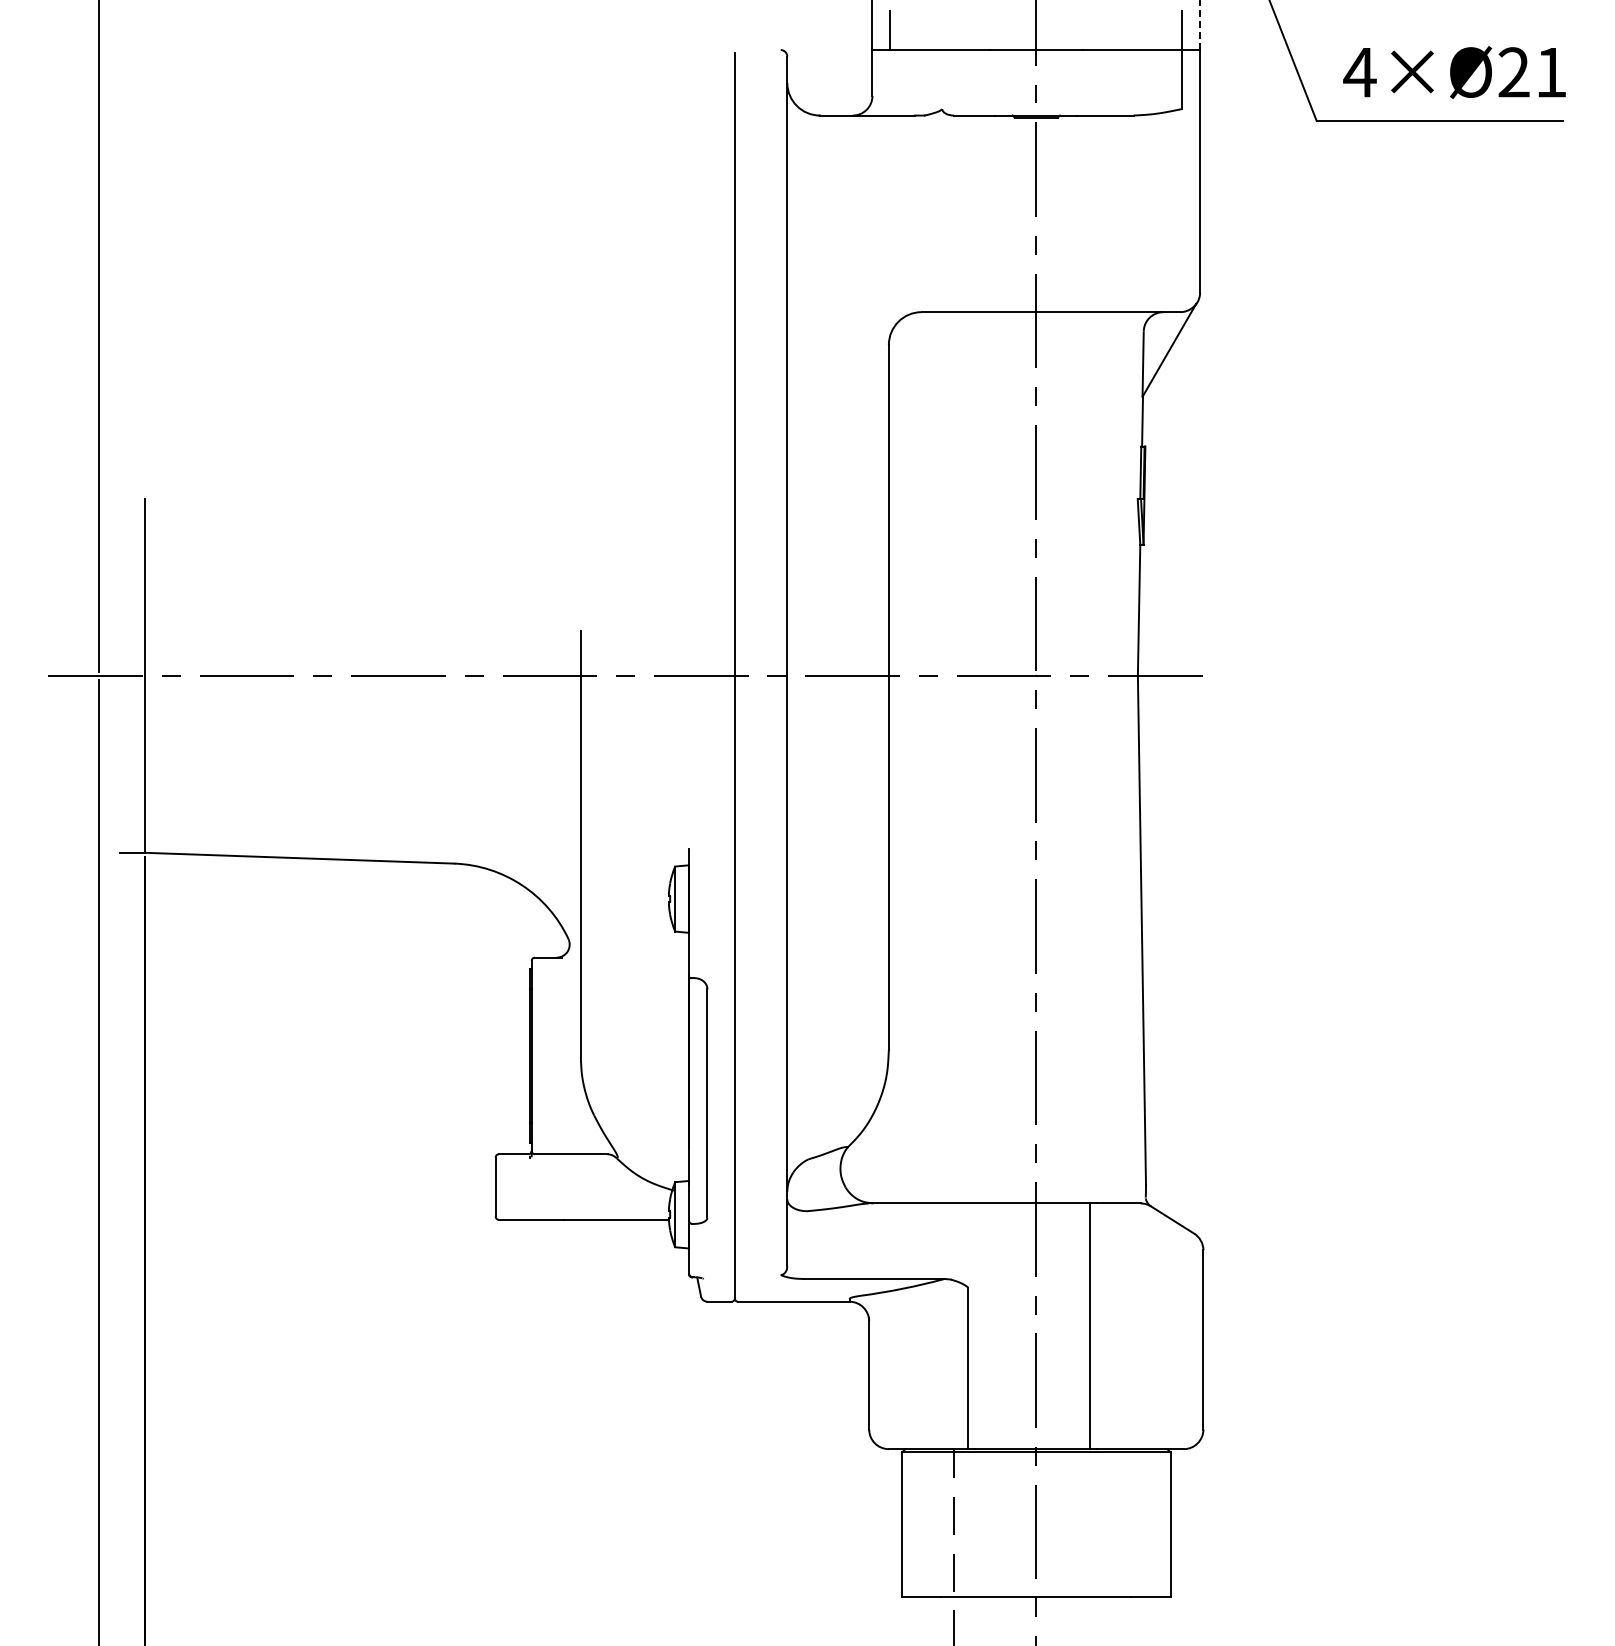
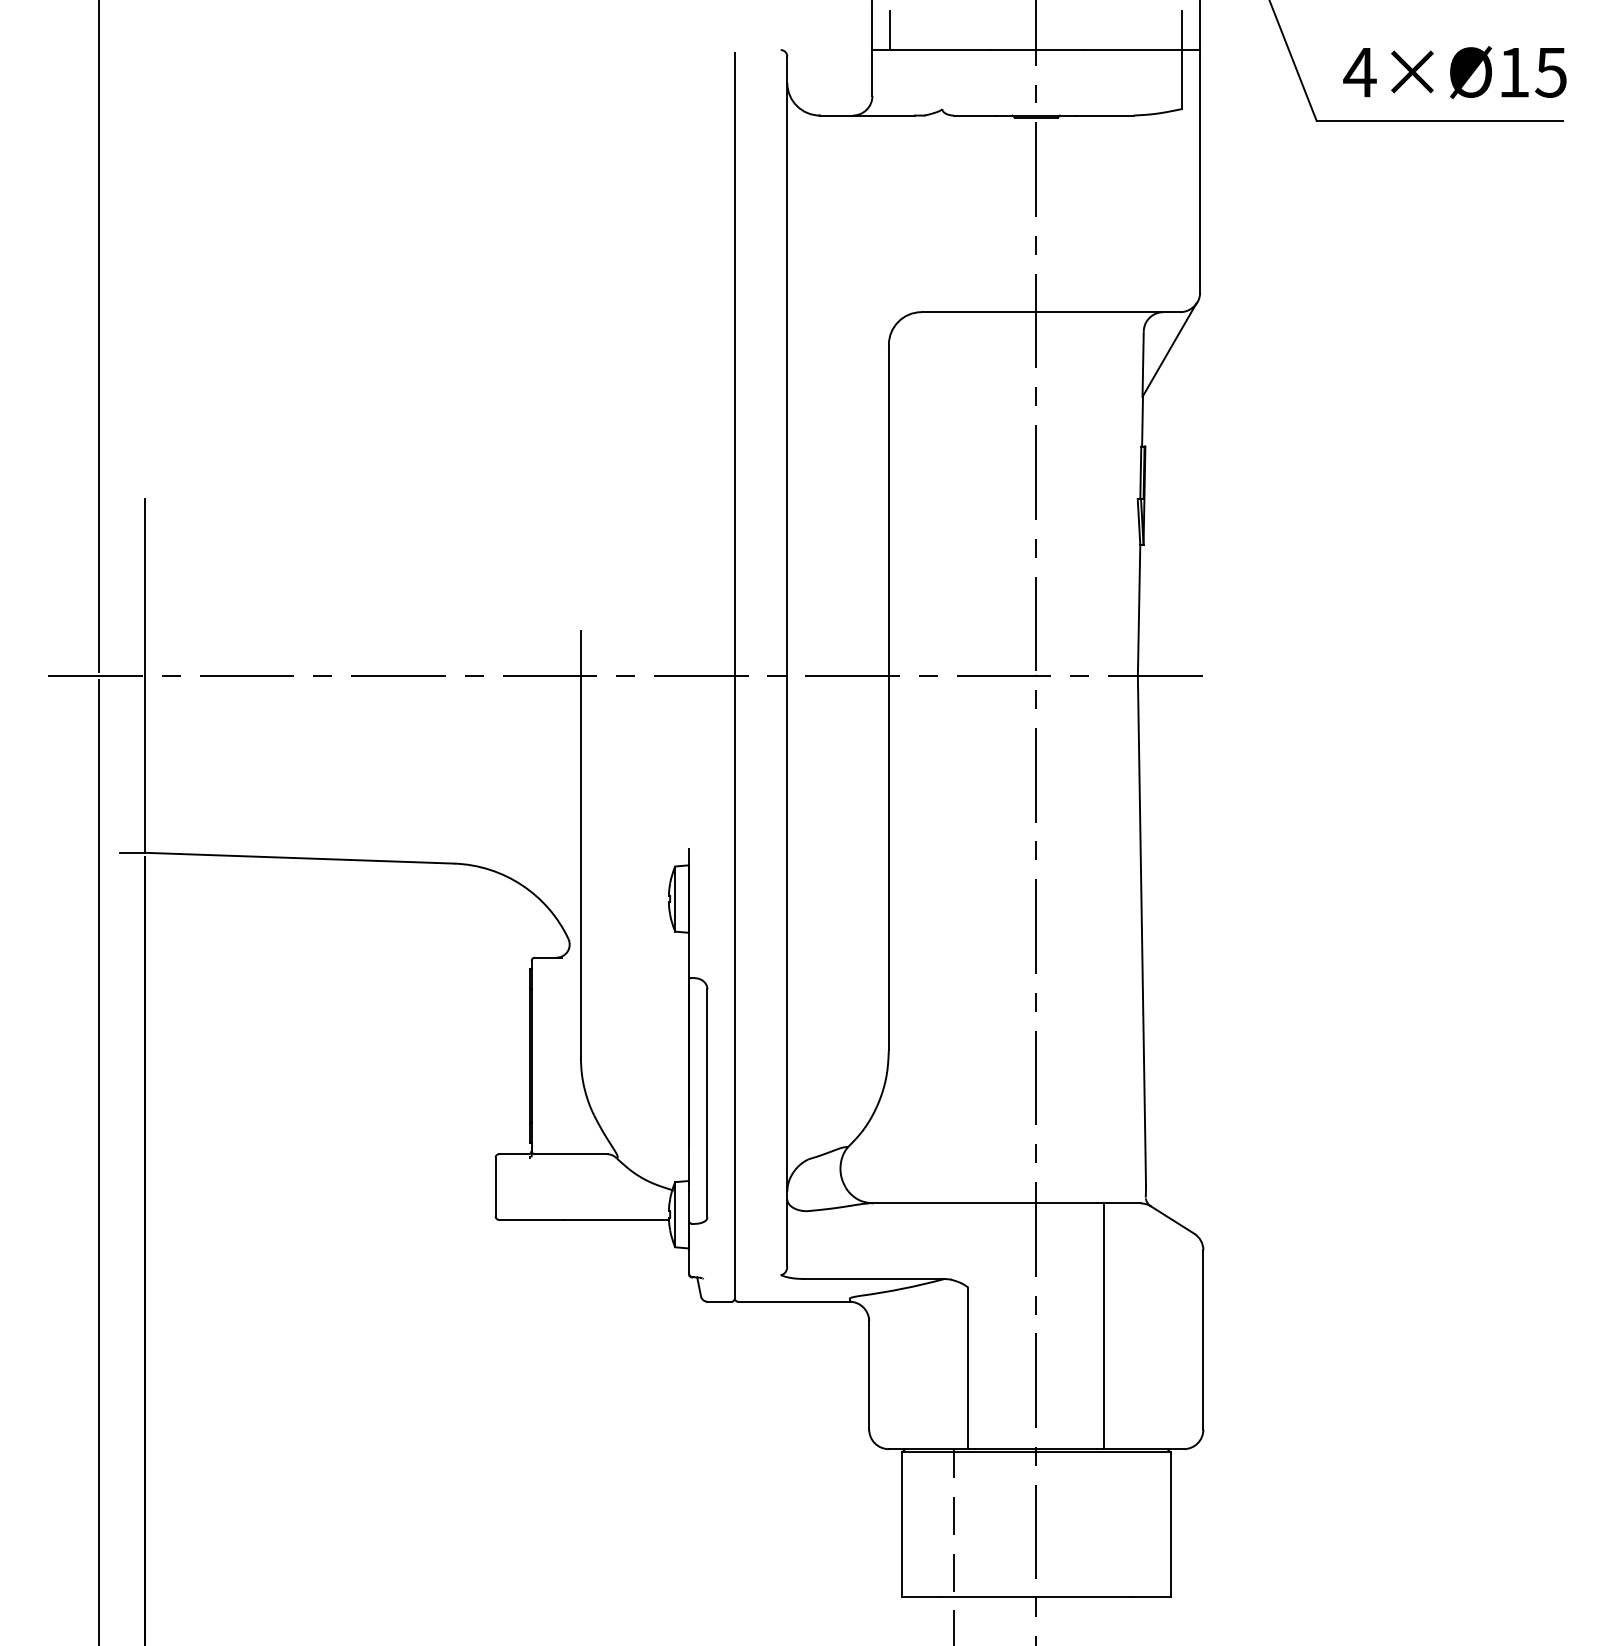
line at (1200, 25): dashed -> solid
text at (1532, 72): 4×Ø21 -> 4×Ø15
line at (1090, 1326) position: (1090, 1326) -> (1104, 1326)
